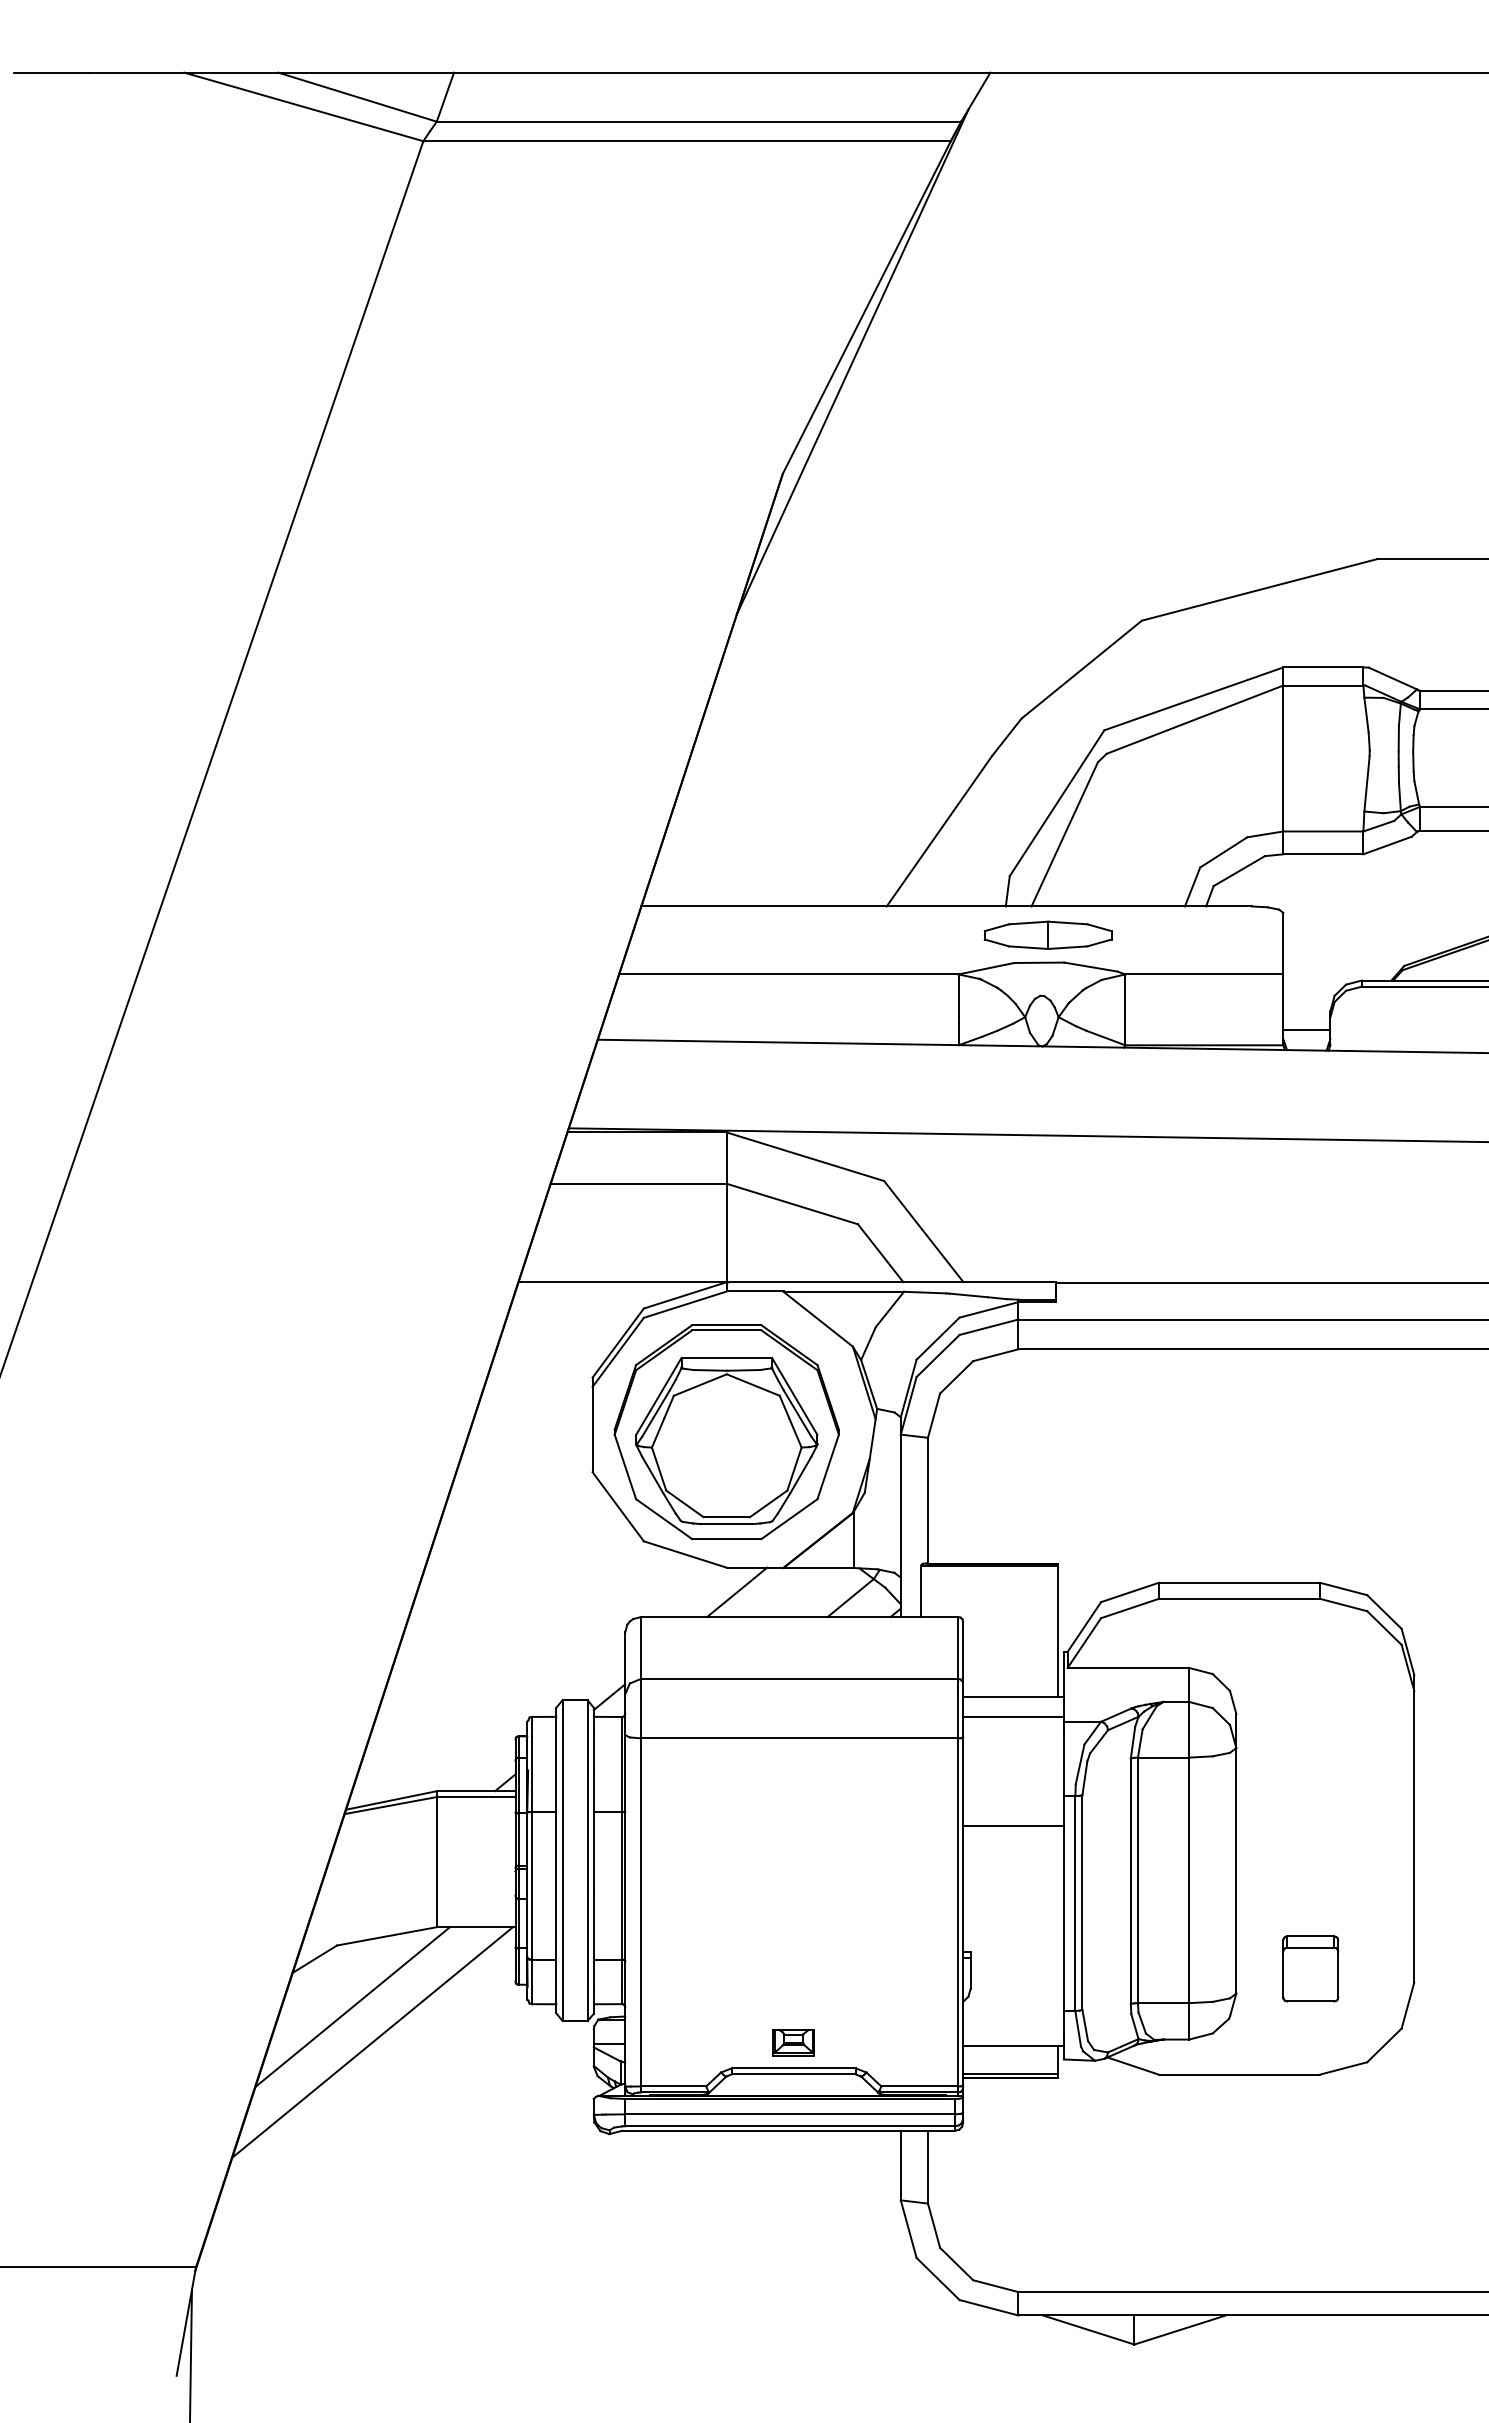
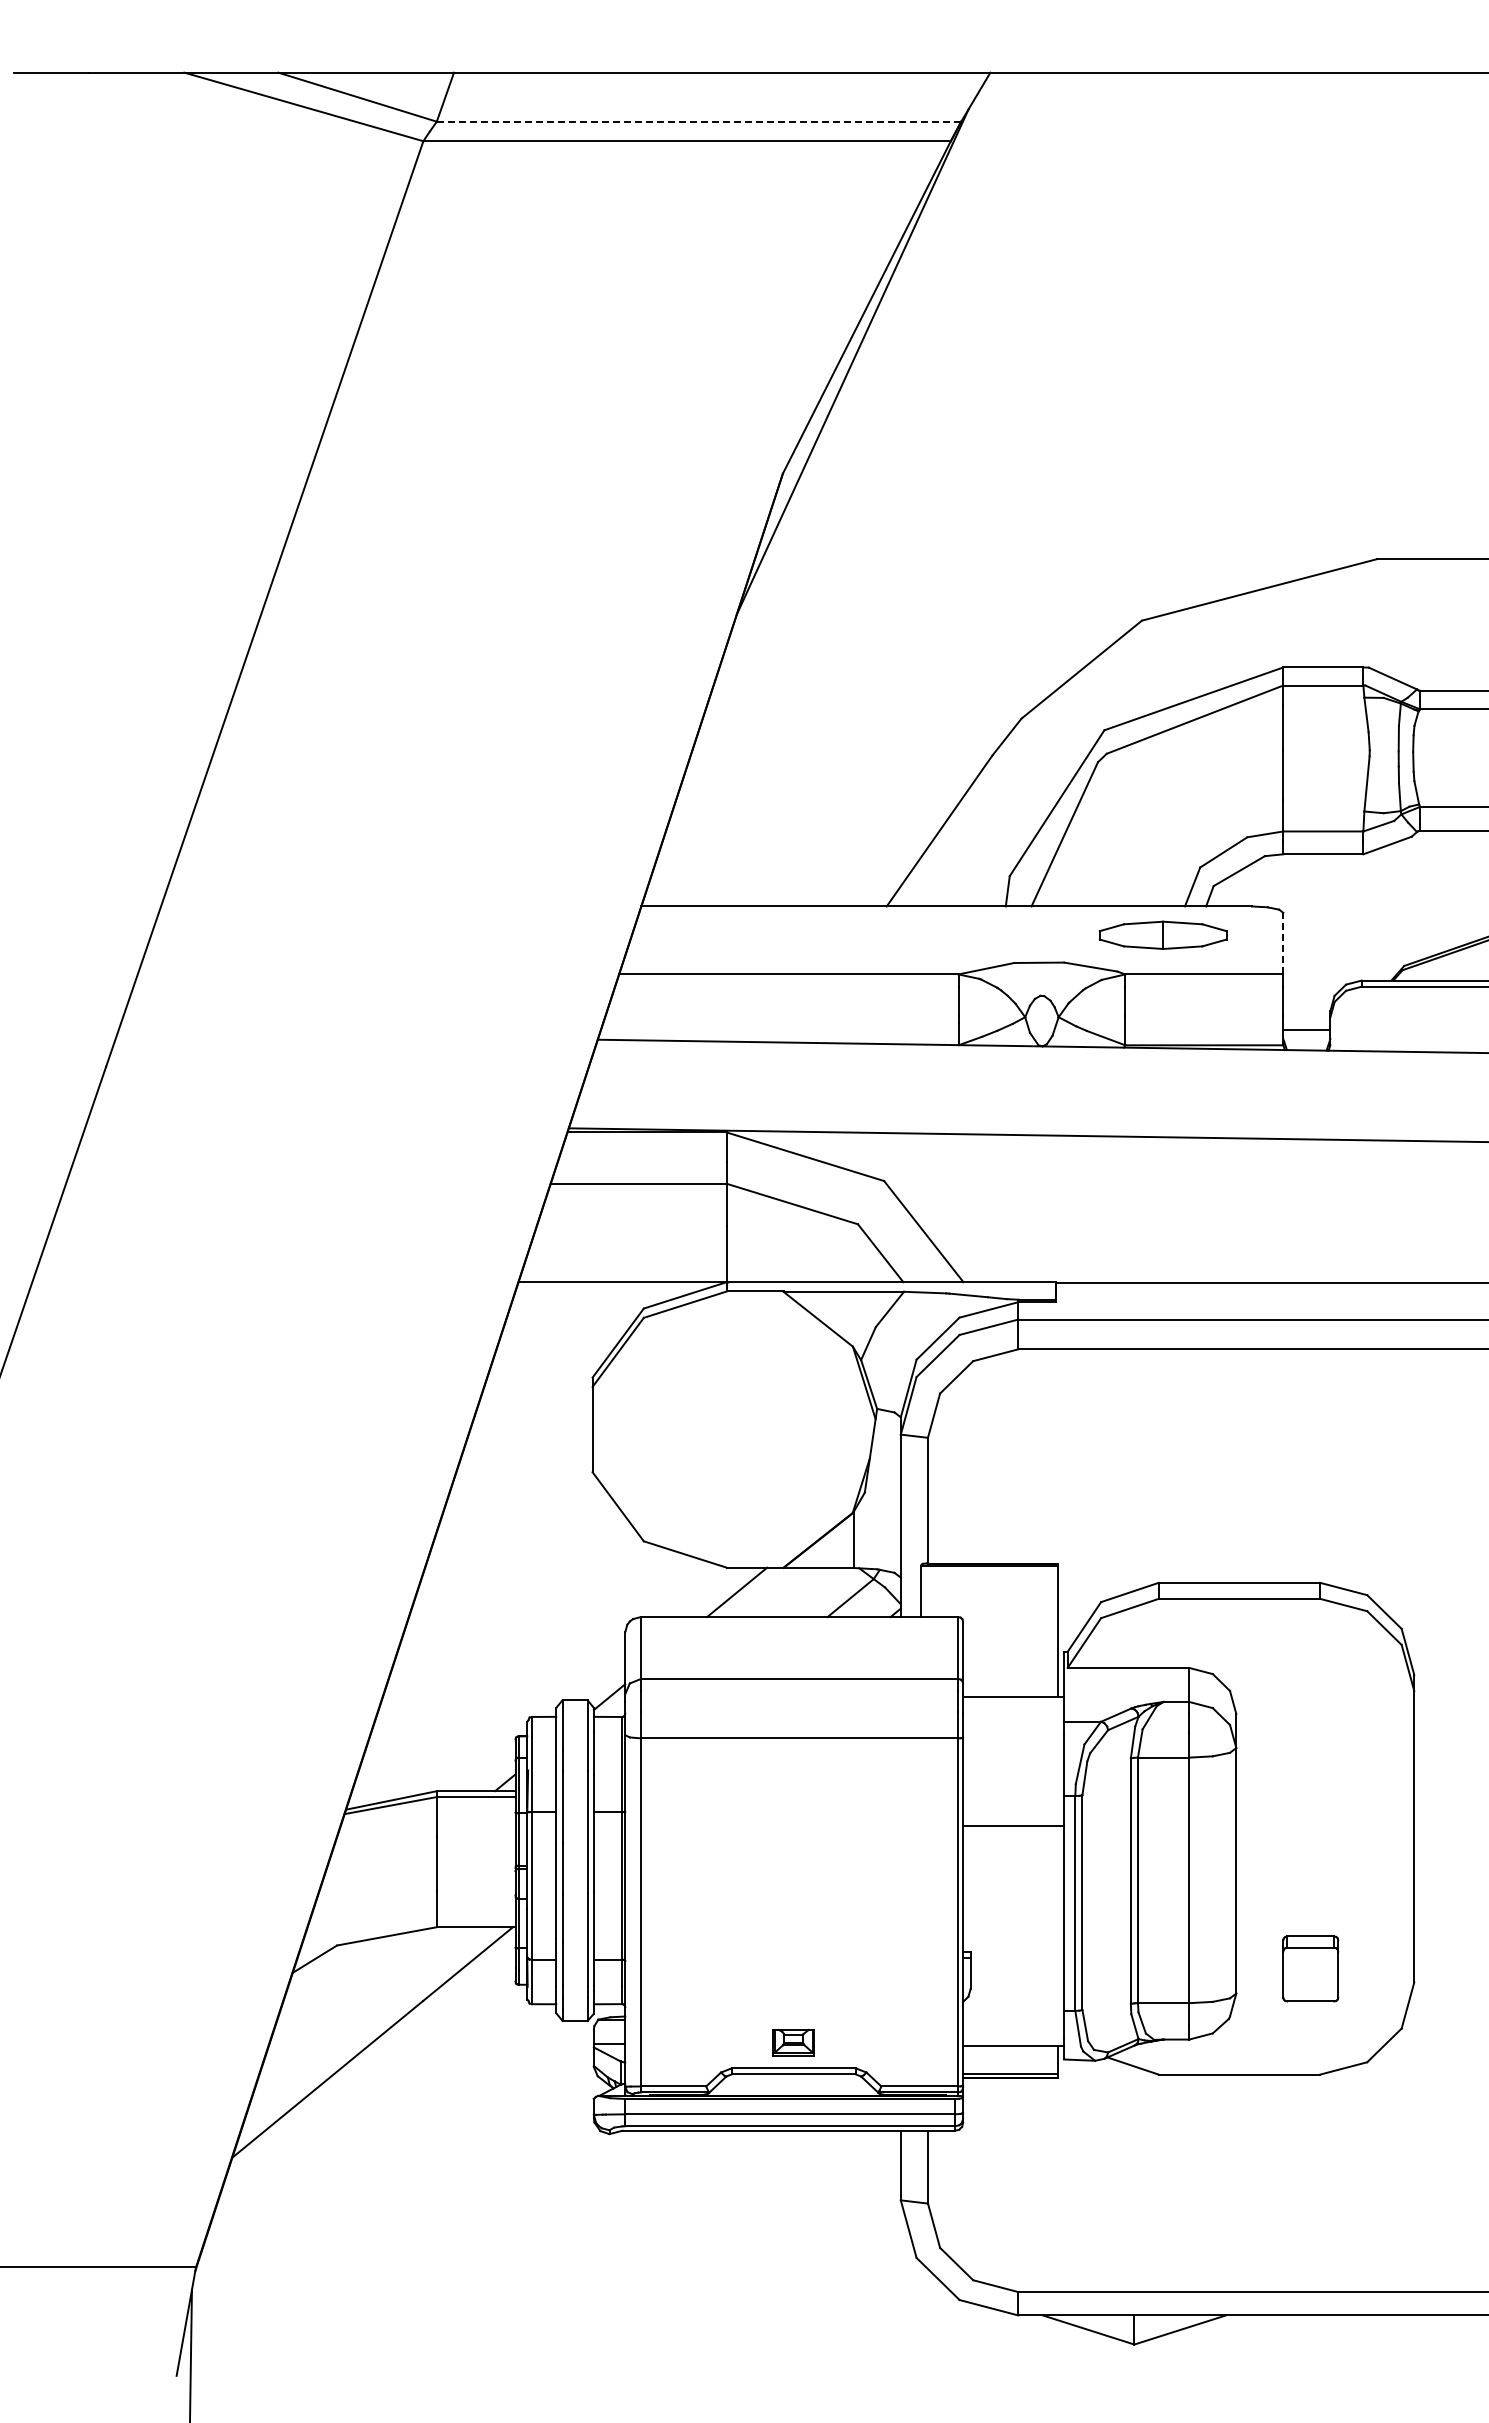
line at (699, 121): solid -> dashed
part at (1047, 934) position: (1047, 934) -> (1162, 934)
line at (1283, 943): solid -> dashed
part at (726, 1432): present -> none
line at (1013, 1717): present -> none
line at (352, 2006): present -> none
